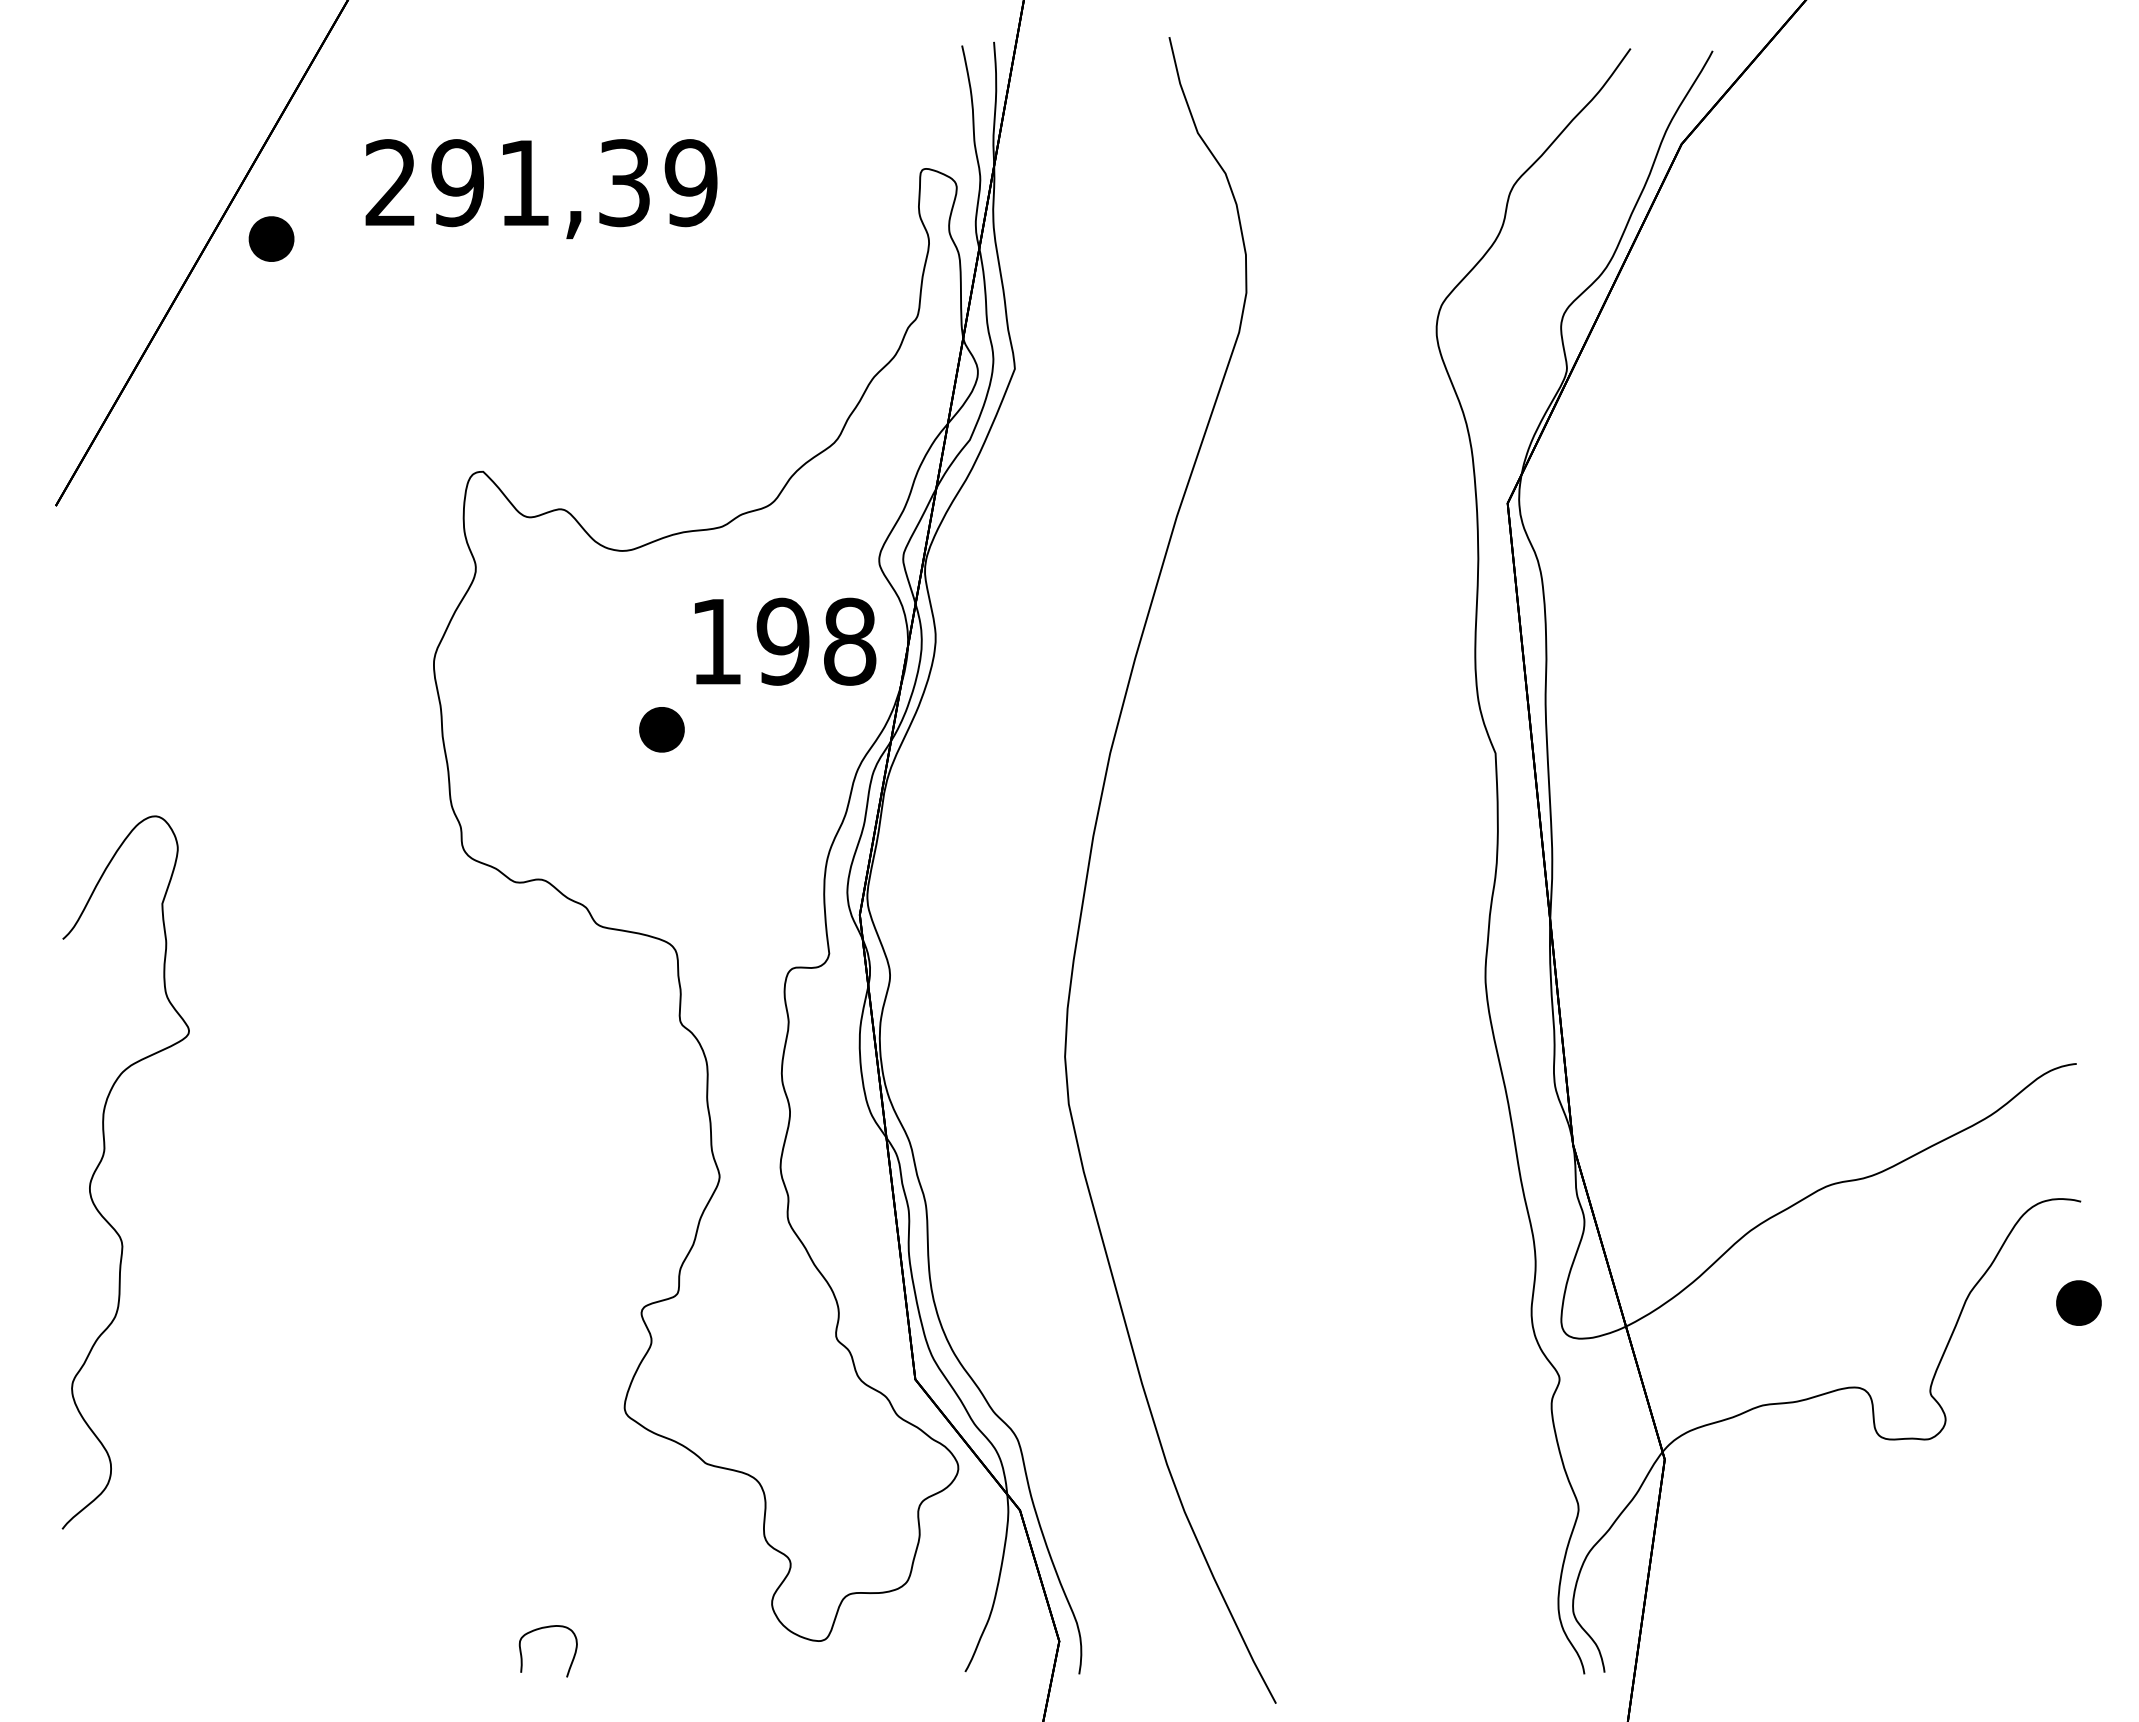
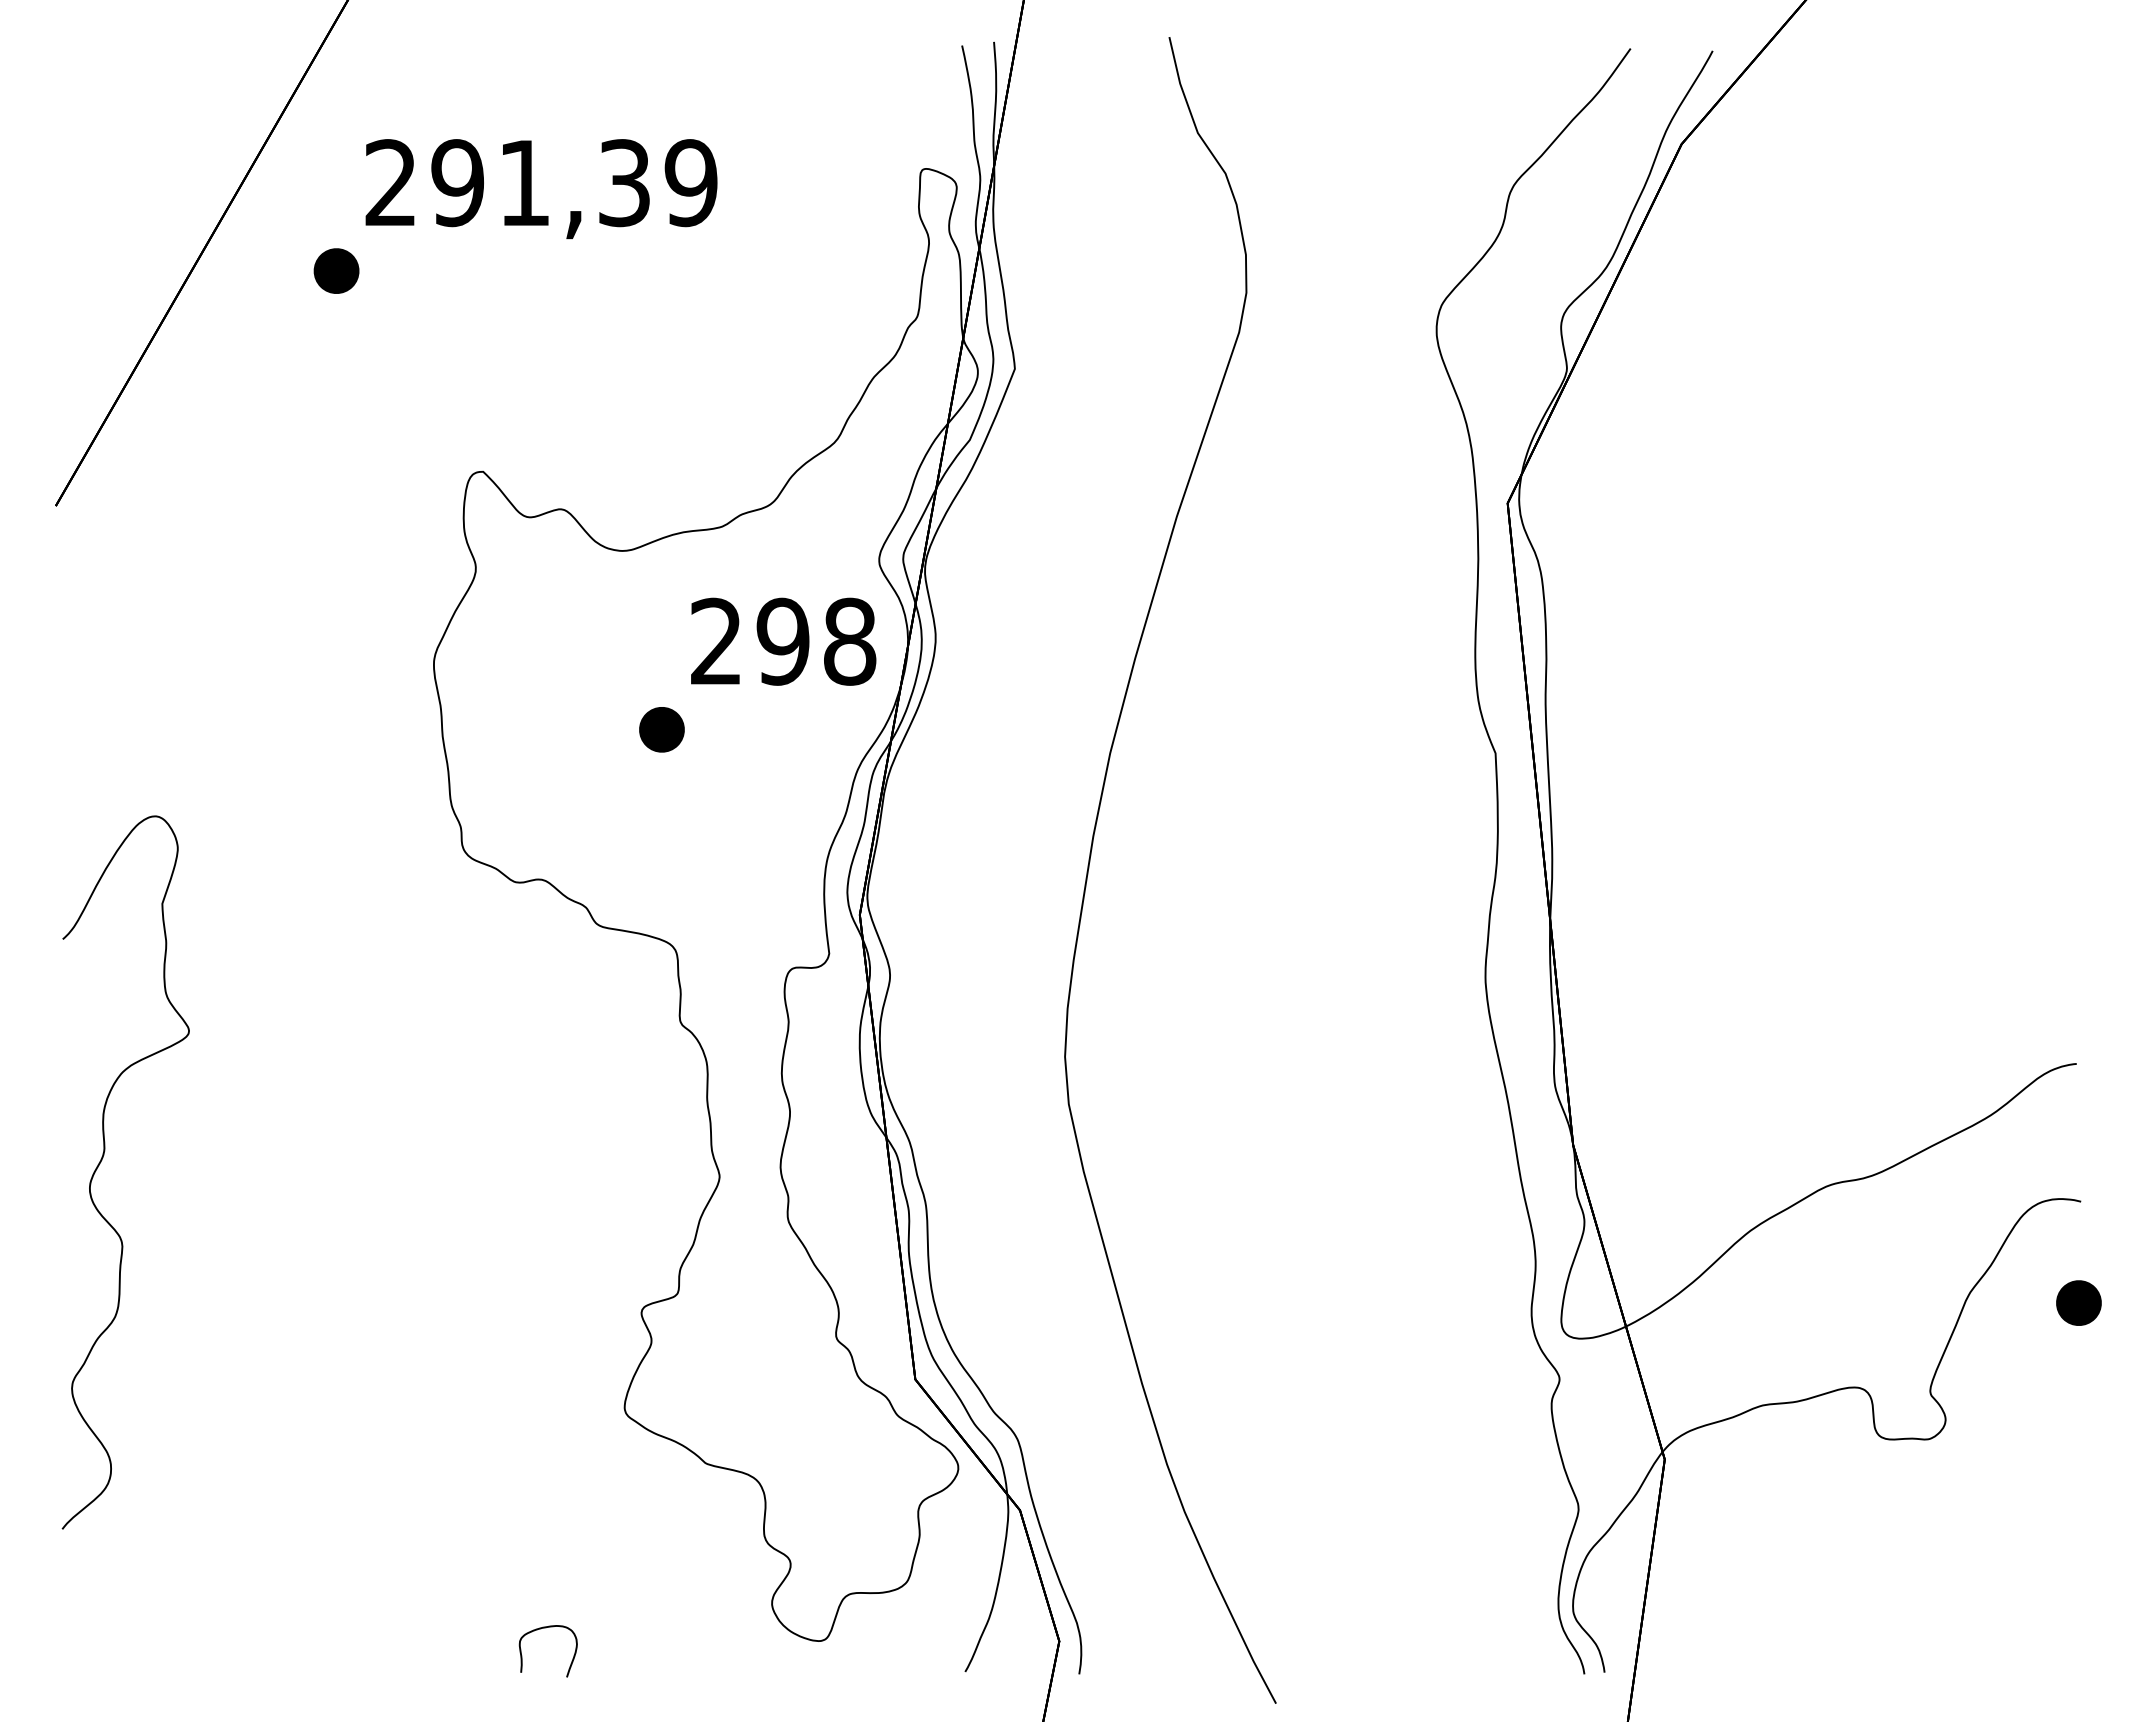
part at (271, 238) position: (271, 238) -> (336, 270)
text at (715, 640): 198 -> 298
